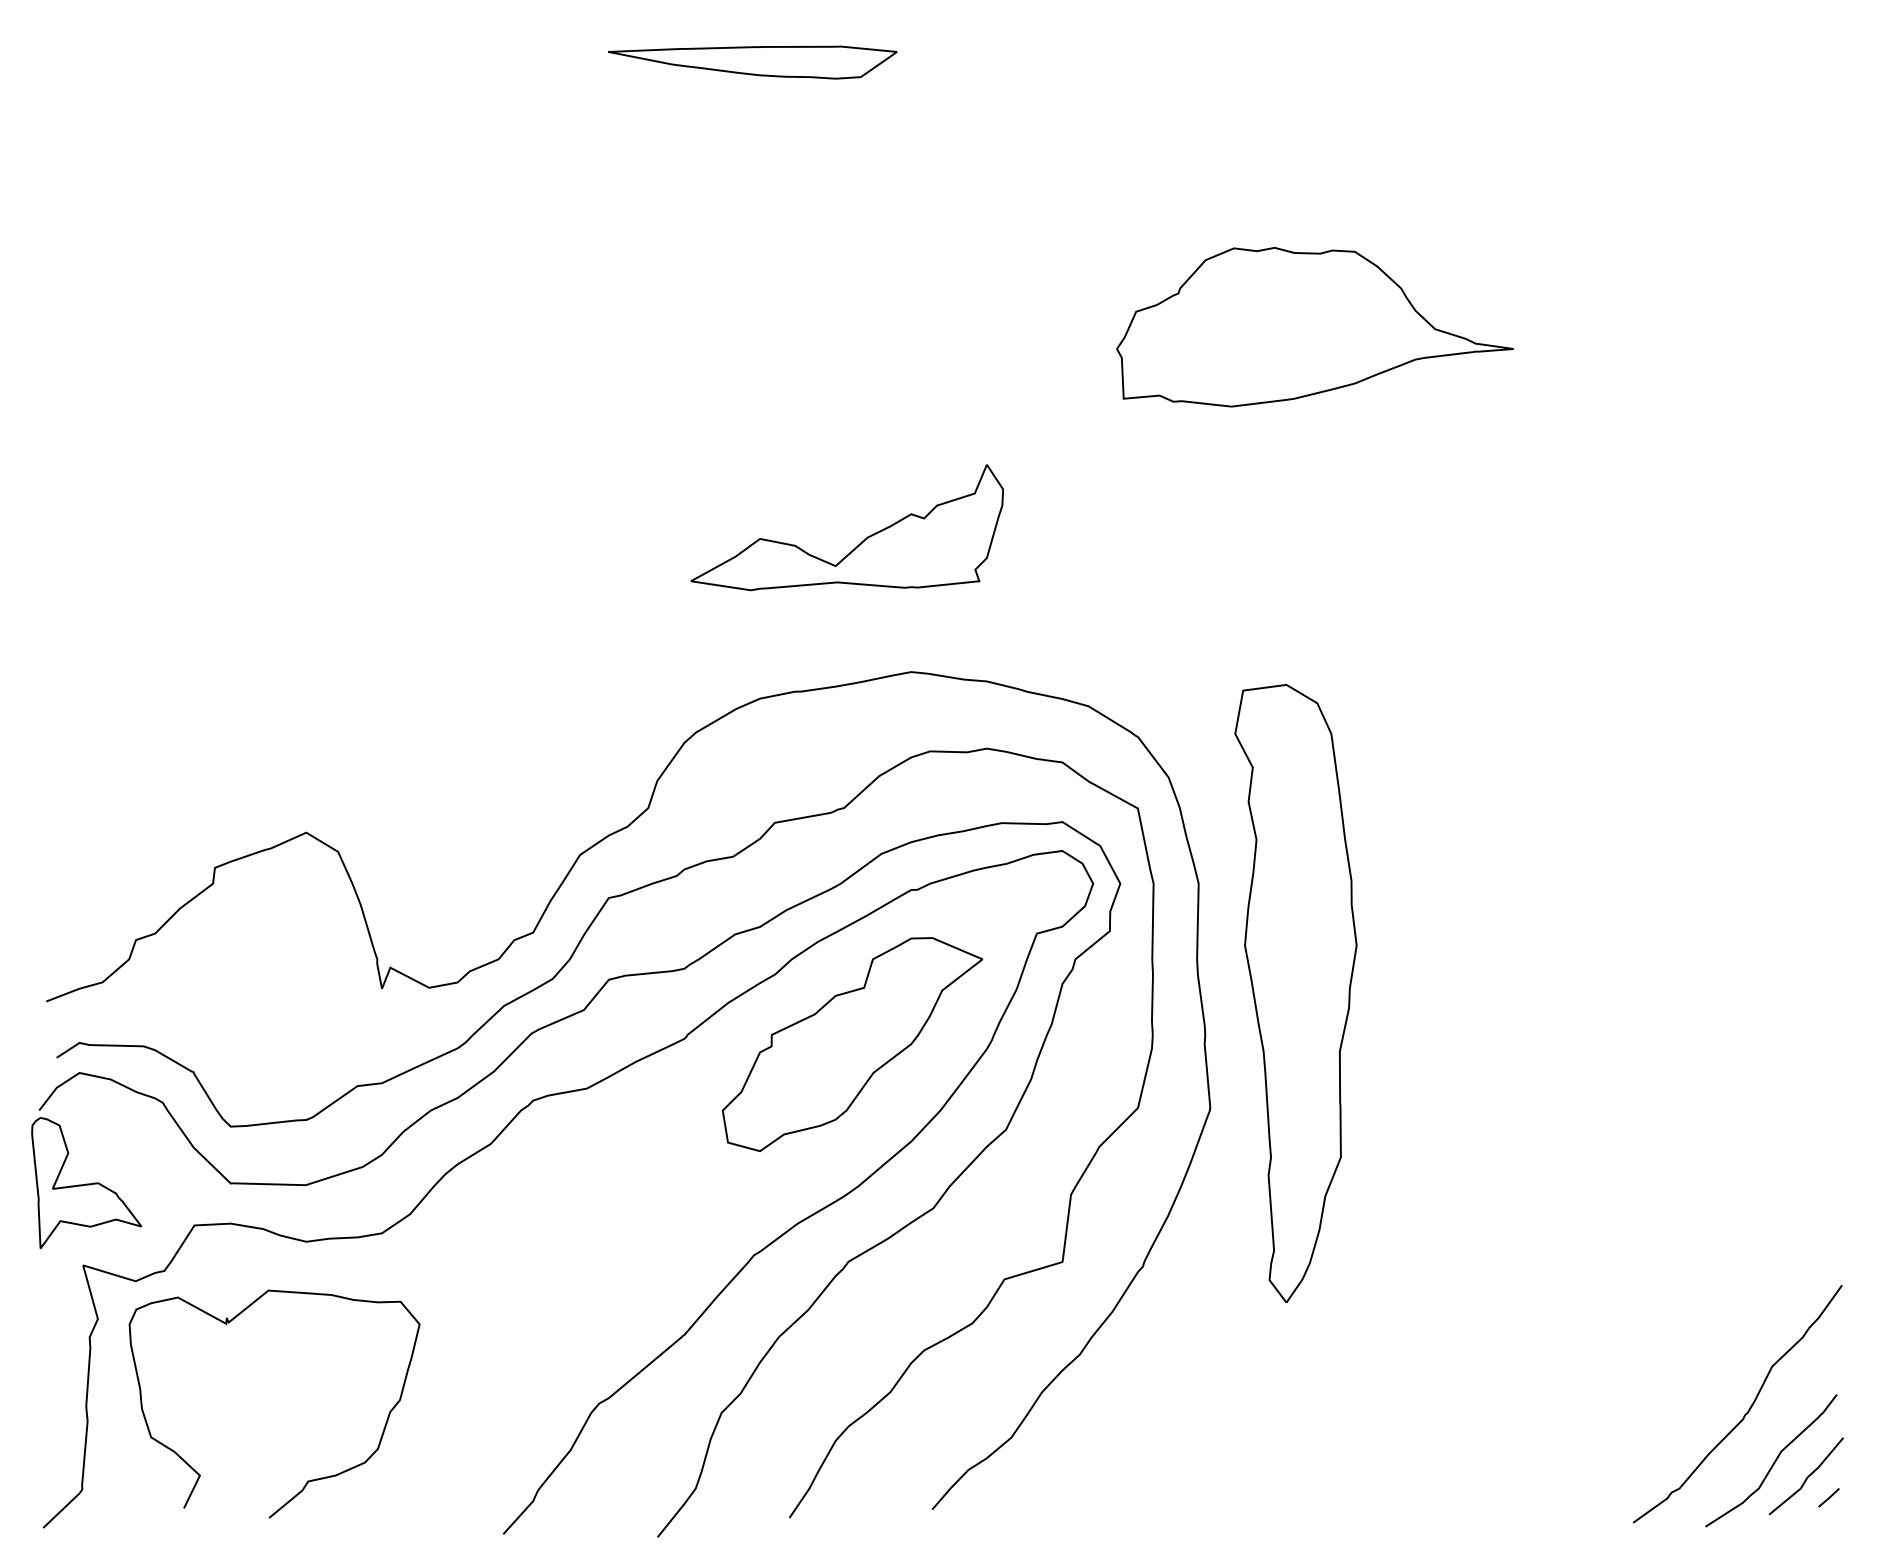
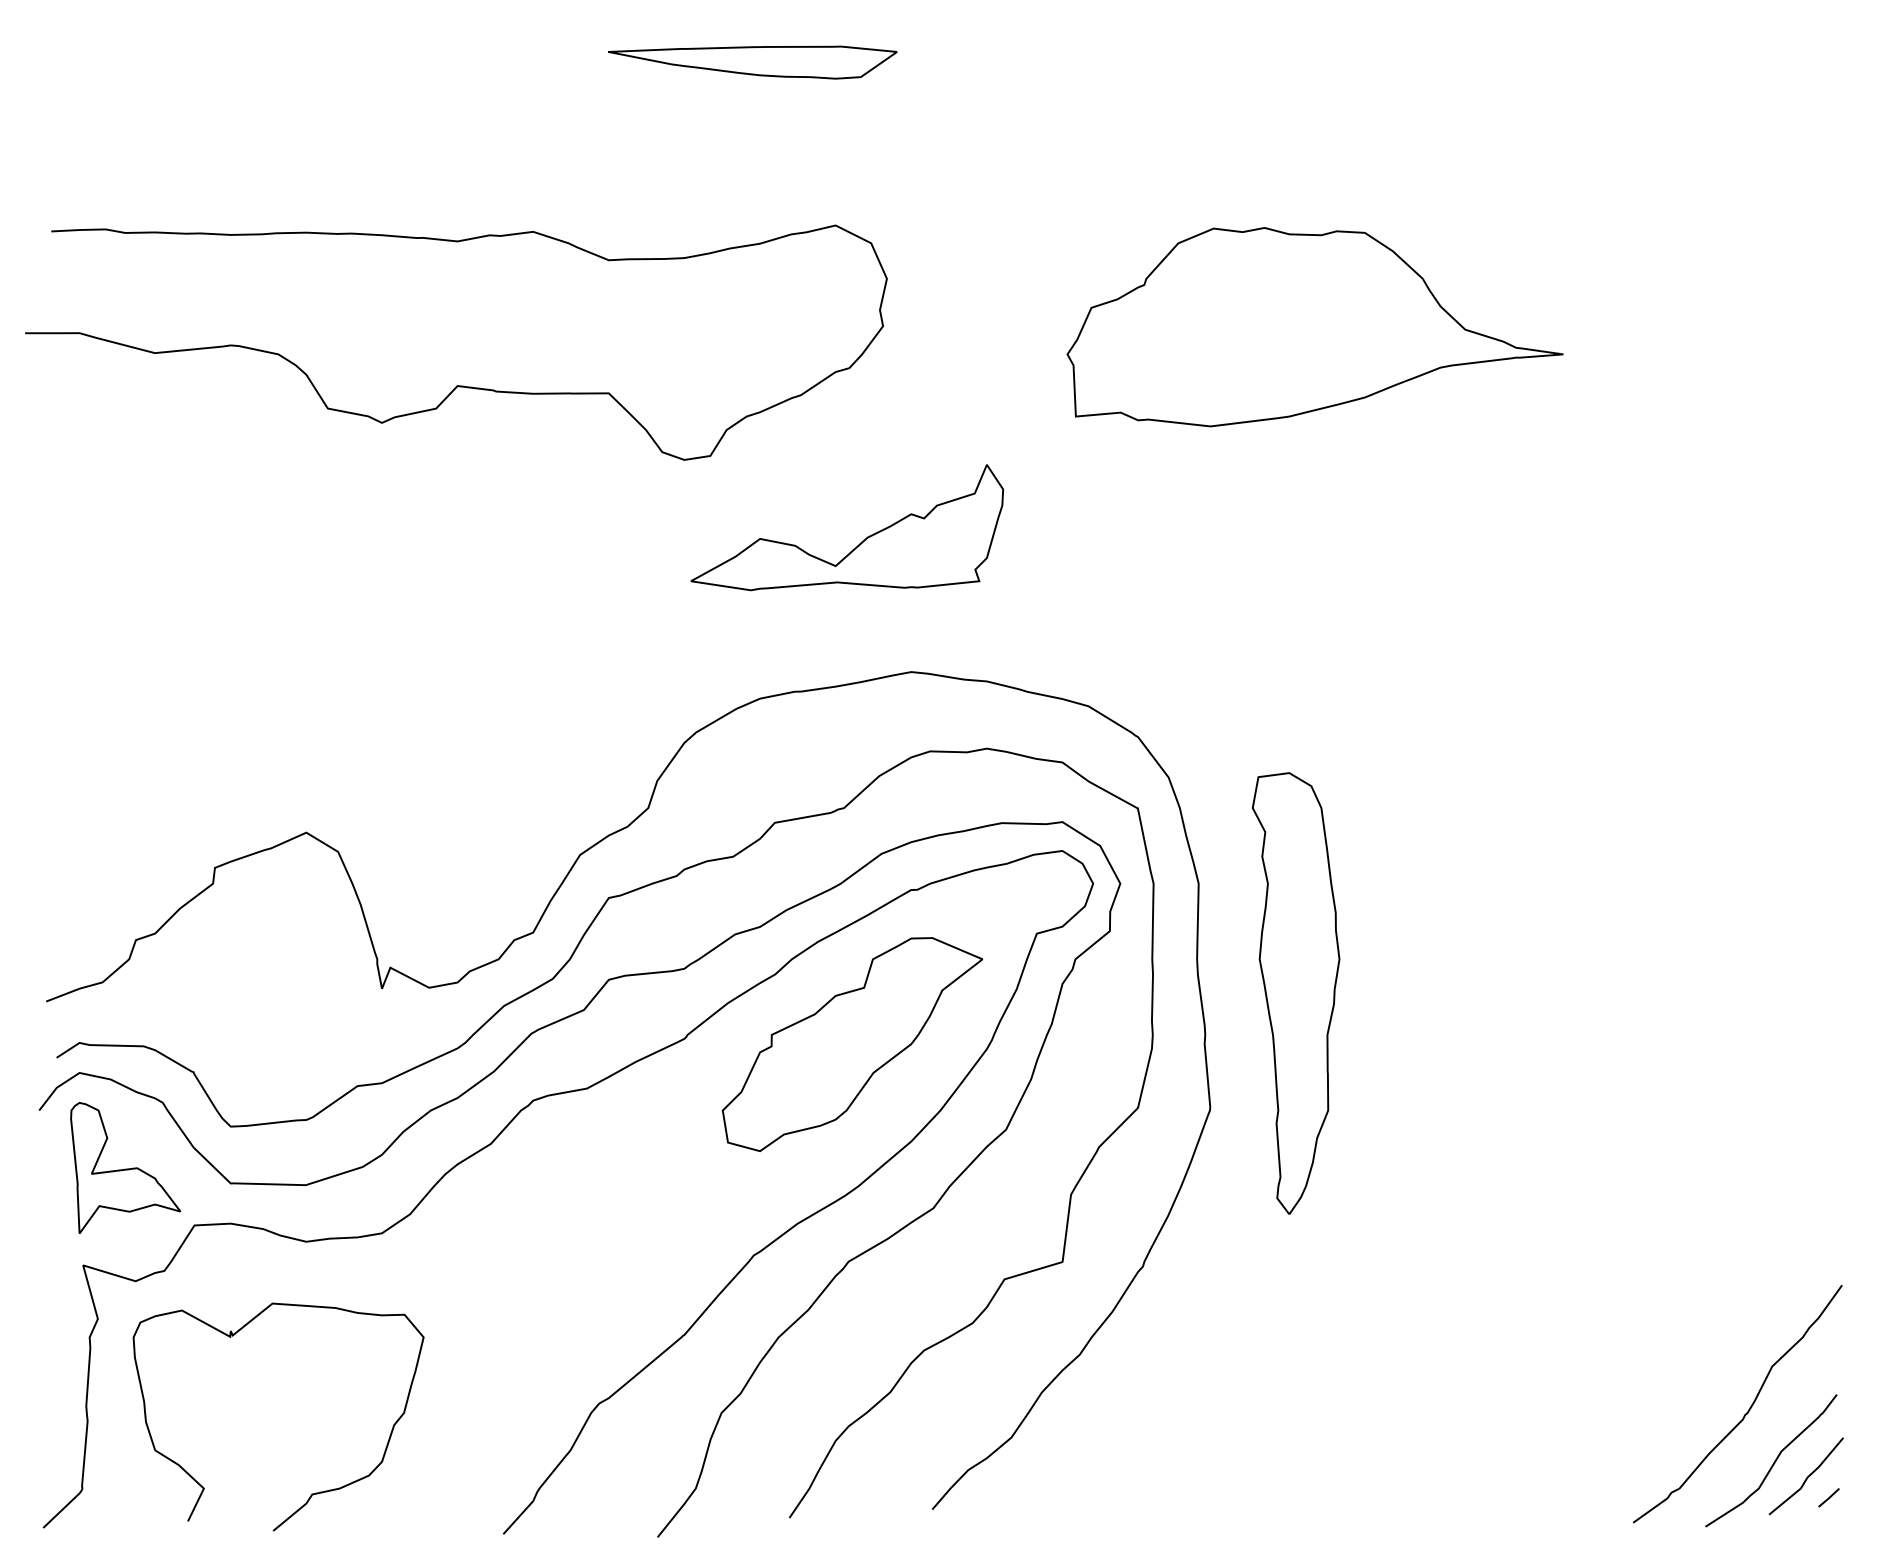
part at (1314, 327) size: 398x161 px -> 498x201 px
curve at (456, 385): none -> present
part at (1295, 993) size: 124x619 px -> 89x443 px
part at (86, 1182) position: (86, 1182) -> (125, 1167)
curve at (307, 1480) position: (307, 1480) -> (311, 1493)
